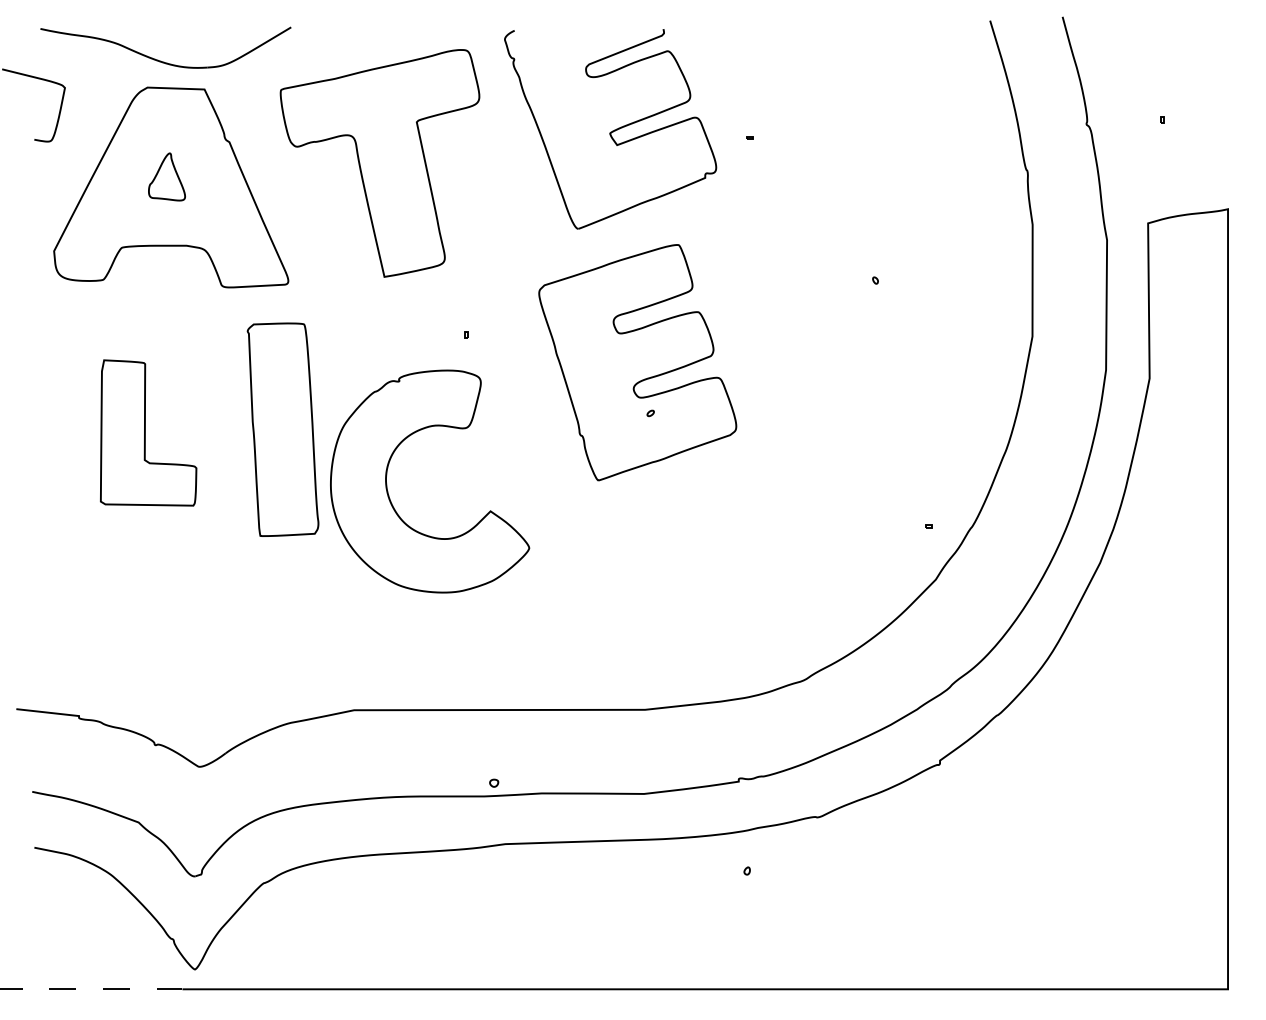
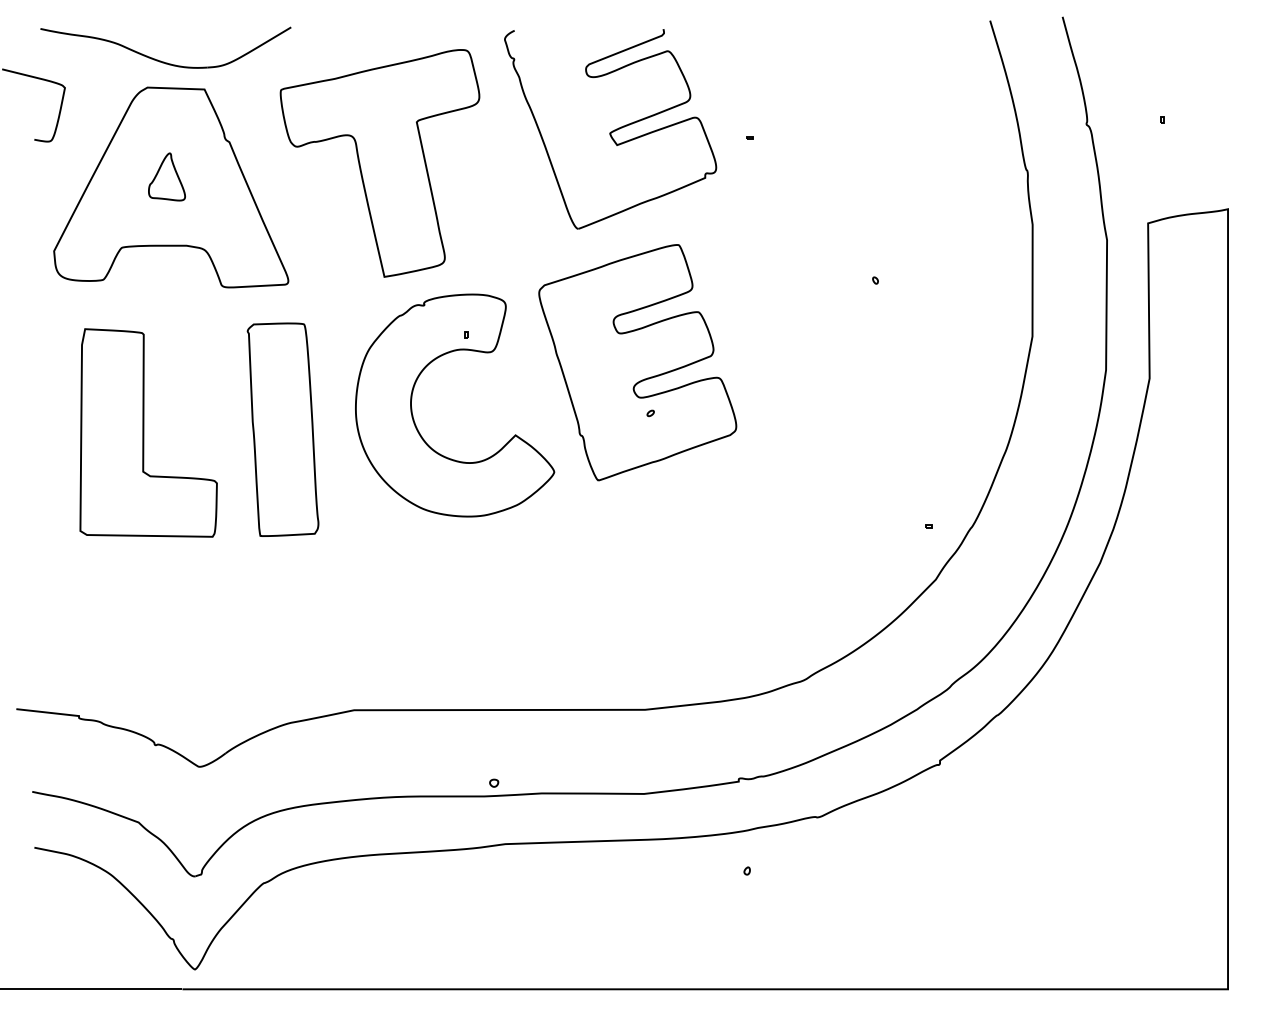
part at (148, 432) size: 98x148 px -> 139x210 px
part at (387, 484) position: (387, 484) -> (412, 408)
line at (91, 989): dashed -> solid
